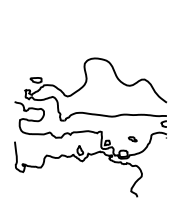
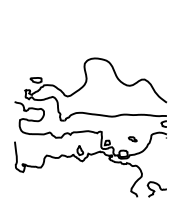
curve at (154, 190): none -> present
